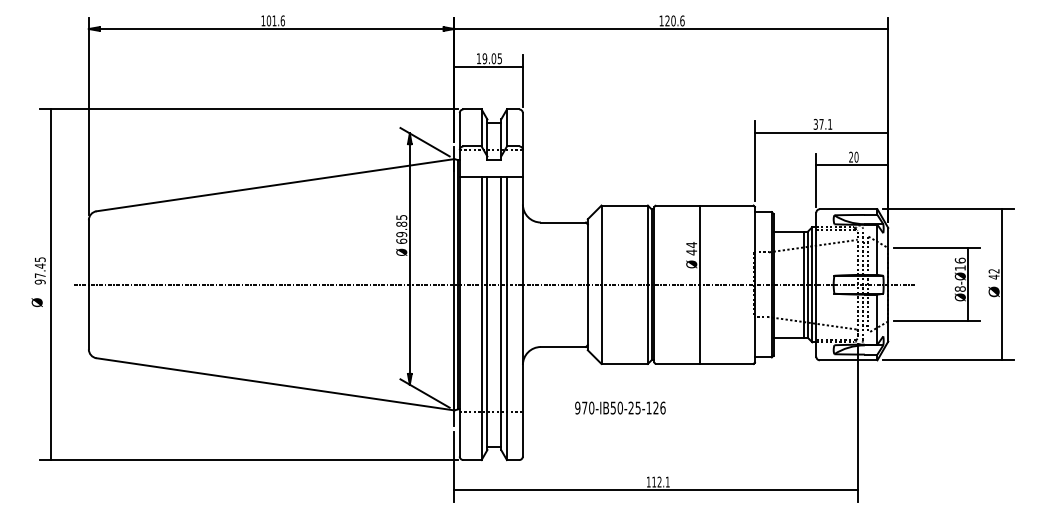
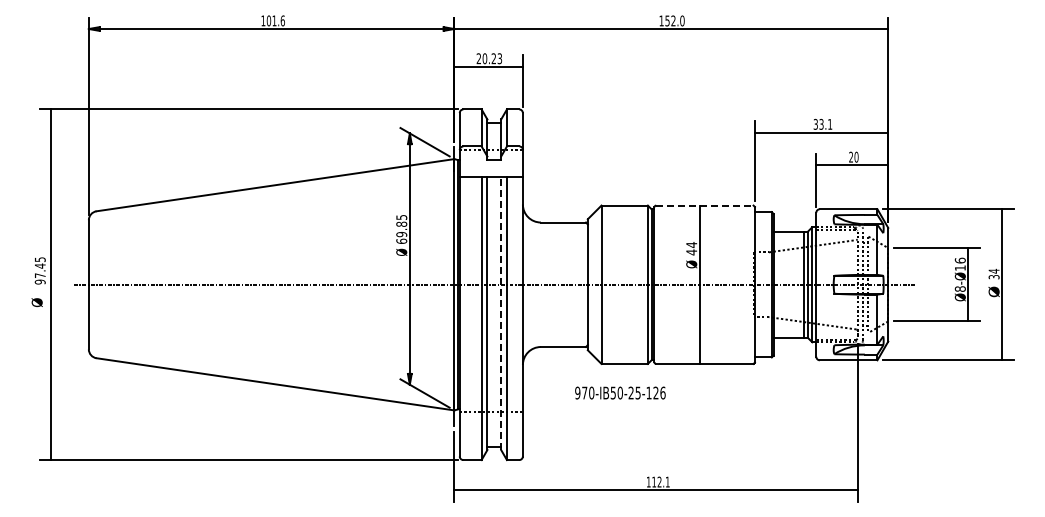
text at (674, 20): 120.6 -> 152.0
text at (488, 58): 19.05 -> 20.23
text at (821, 123): 37.1 -> 33.1
line at (704, 205): solid -> dashed
text at (993, 273): 42 -> 34
line at (501, 313): solid -> dashed
text at (620, 407) position: (620, 407) -> (620, 392)
